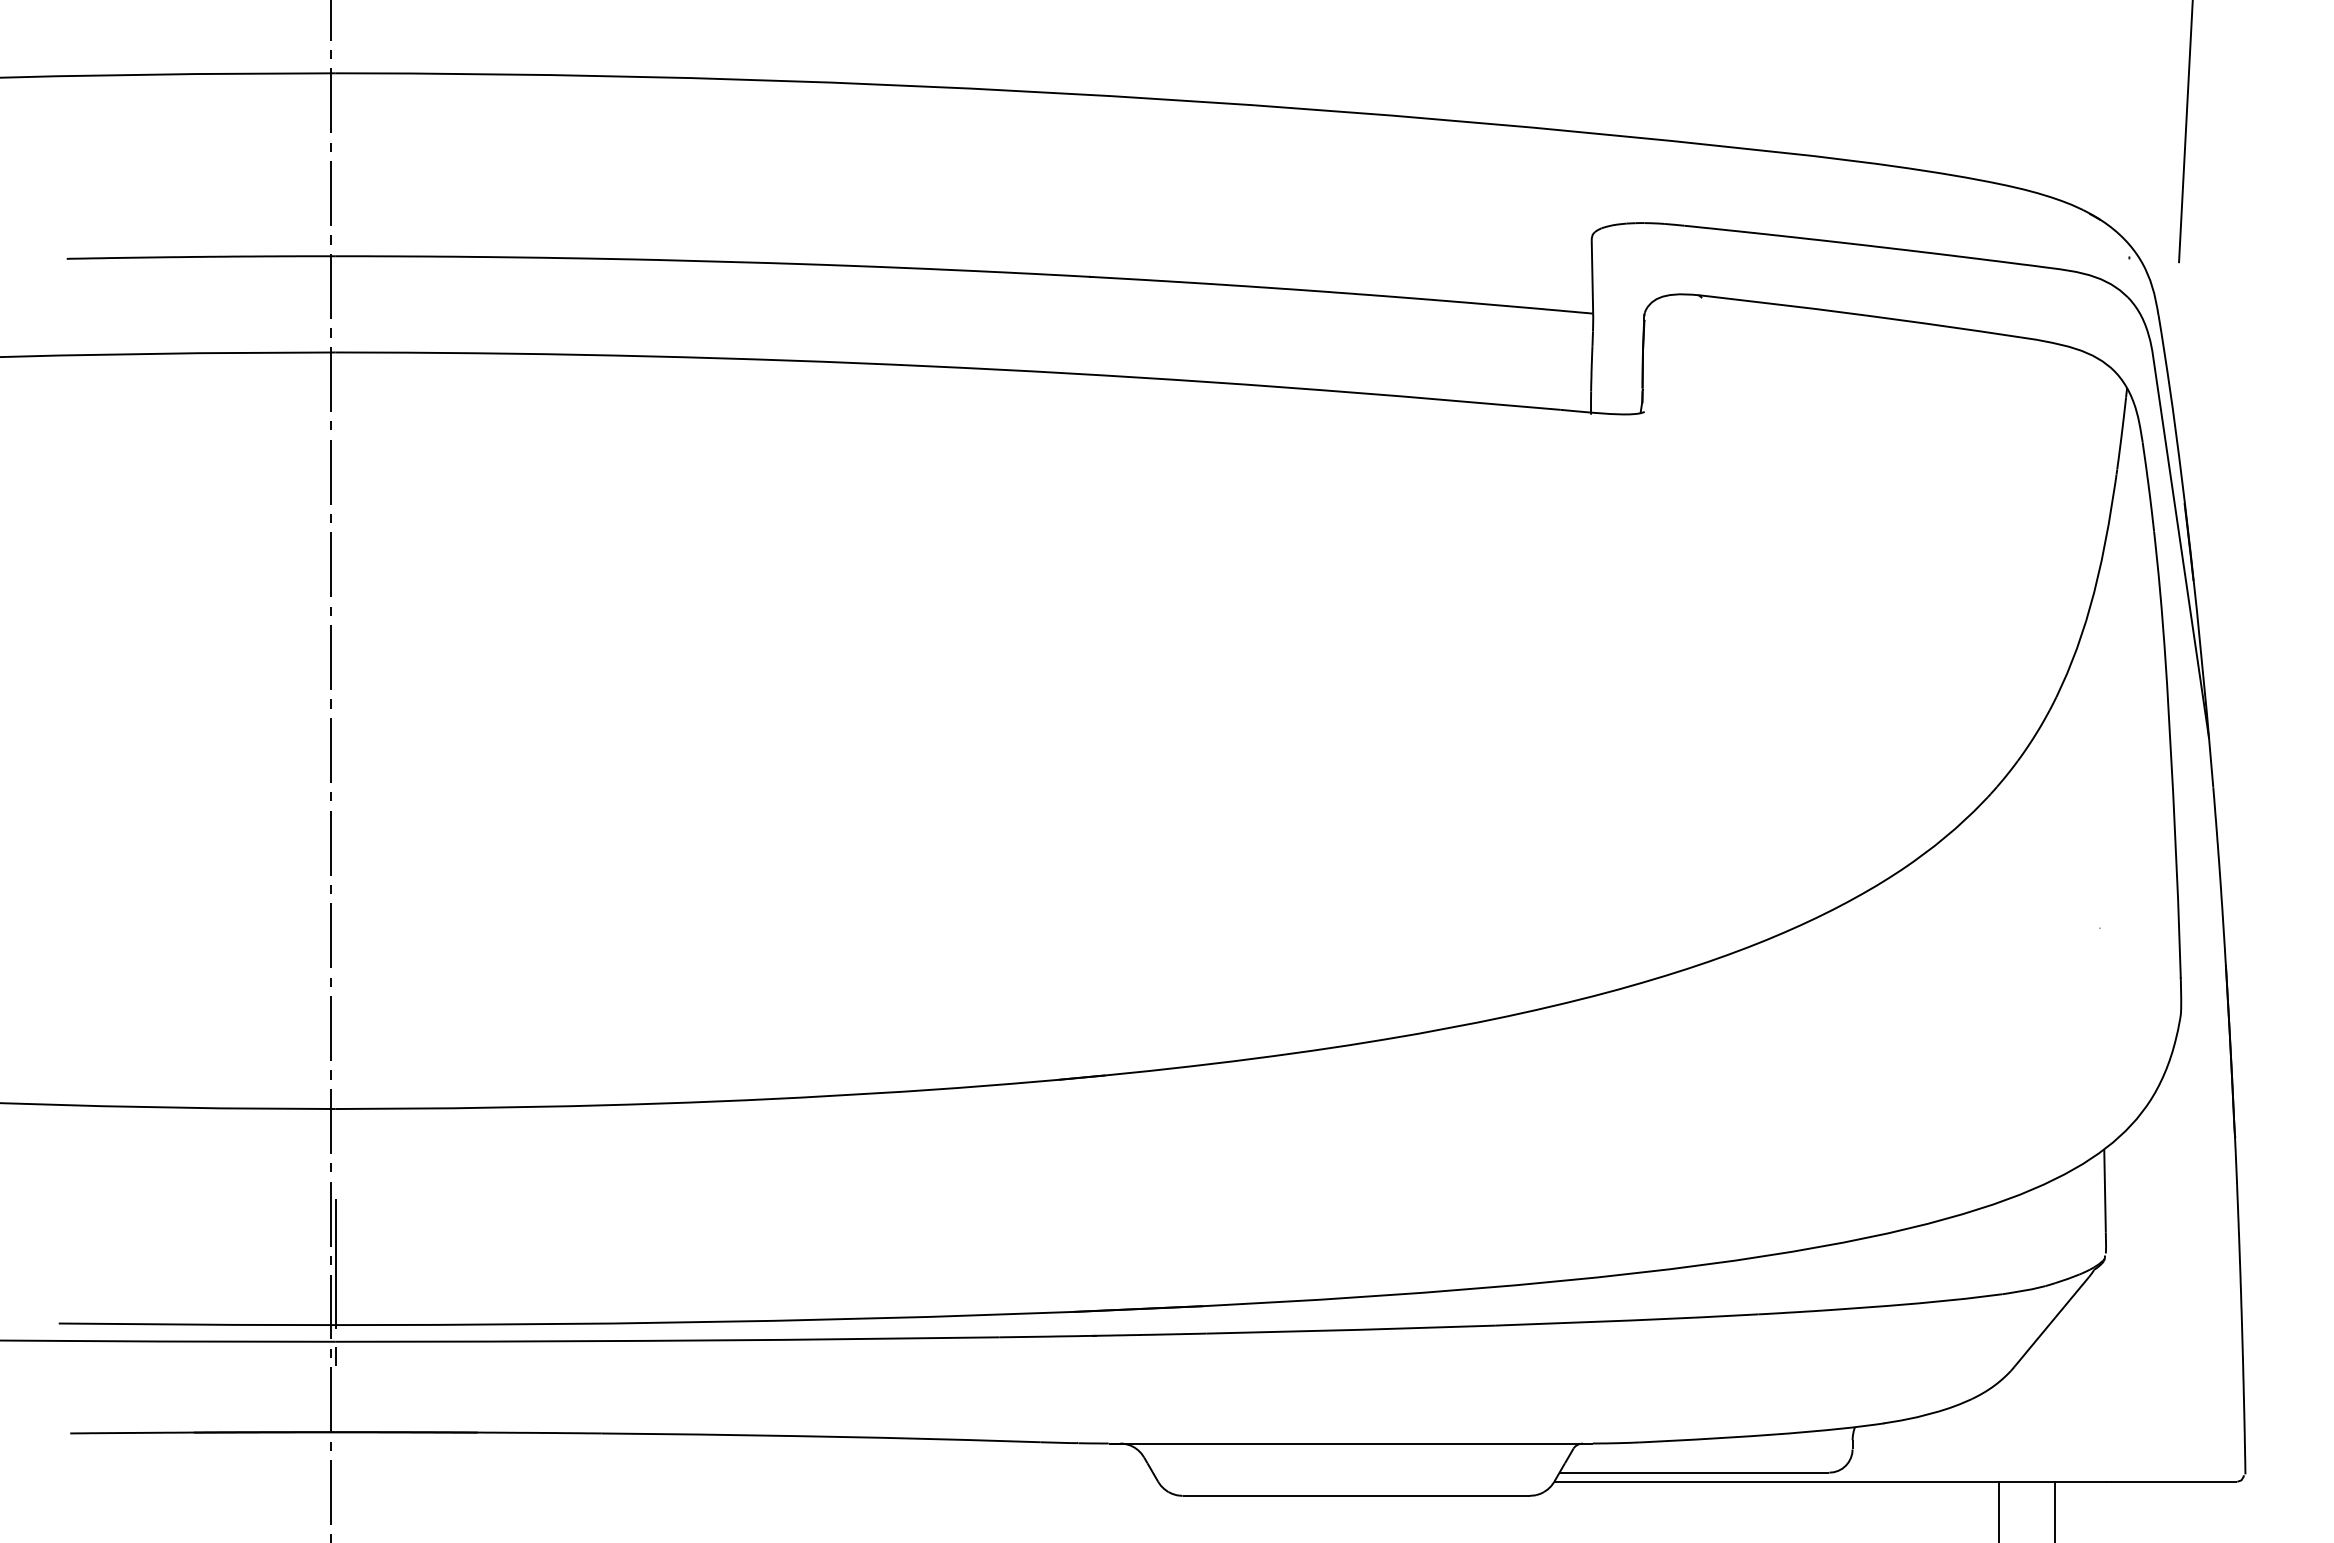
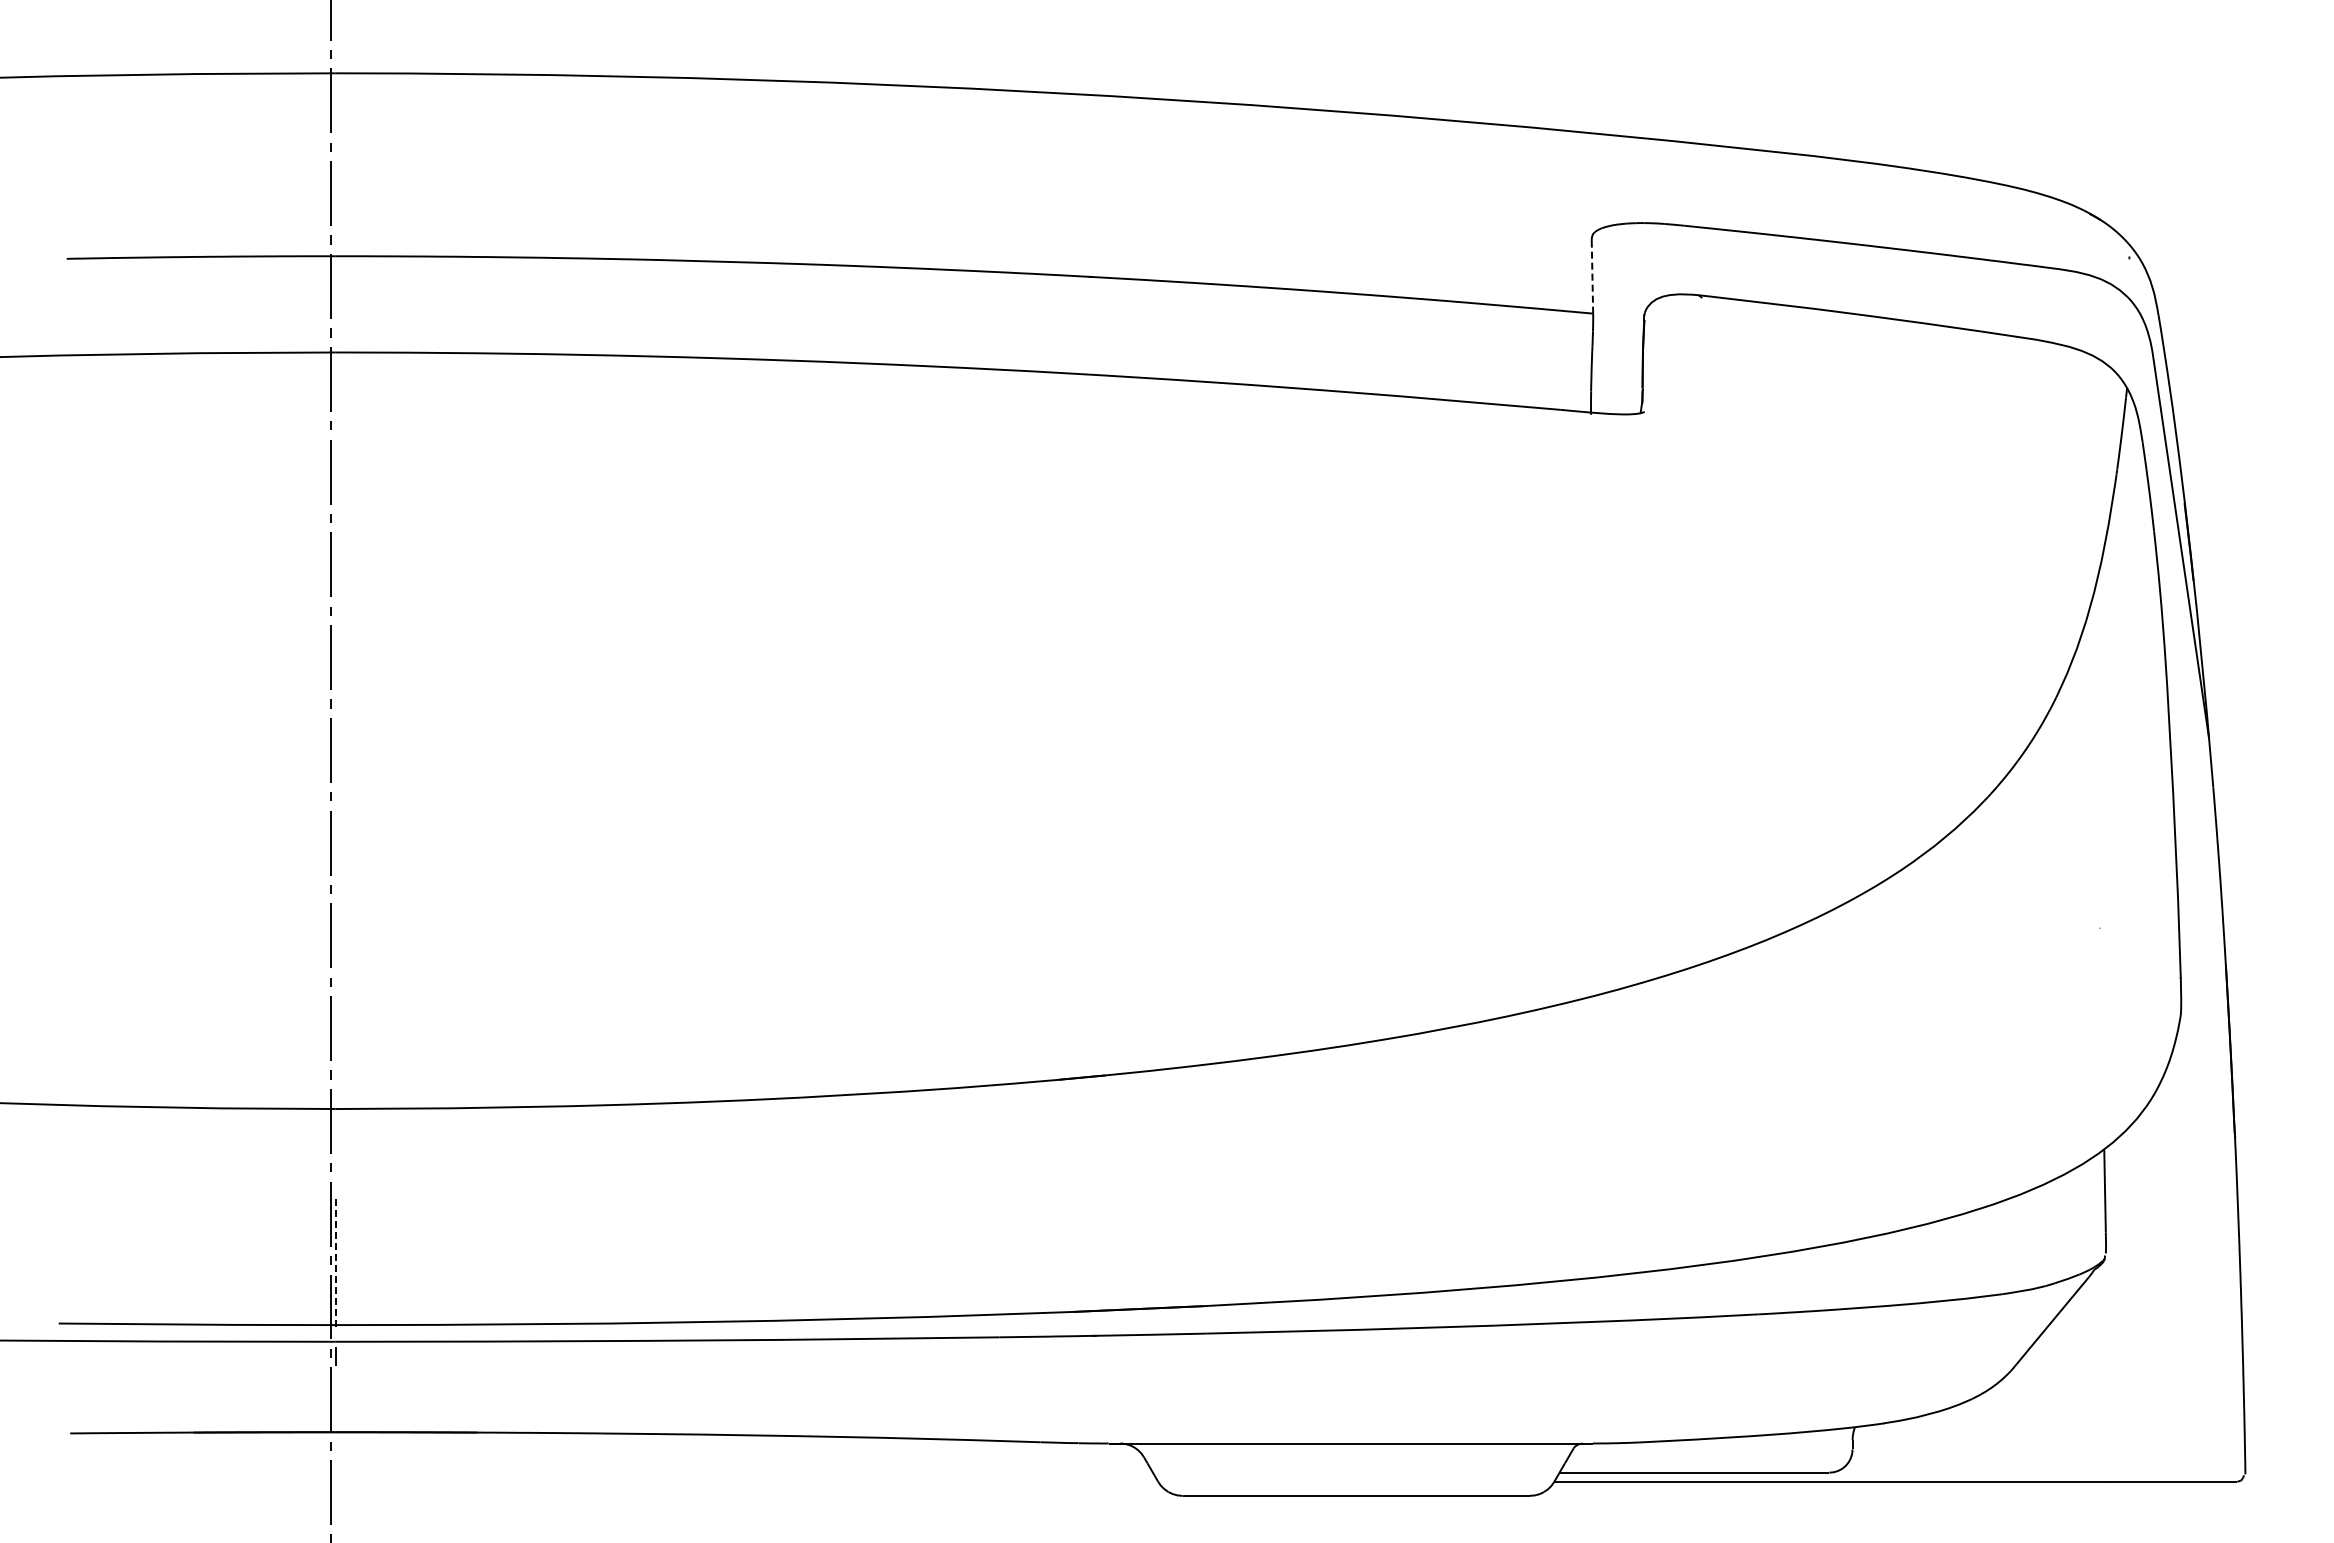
line at (2185, 132): present -> none
line at (1592, 276): solid -> dashed
line at (335, 1263): solid -> dashed
line at (1999, 1510): present -> none
line at (2055, 1510): present -> none
